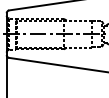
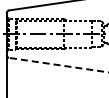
line at (58, 65): solid -> dashed
